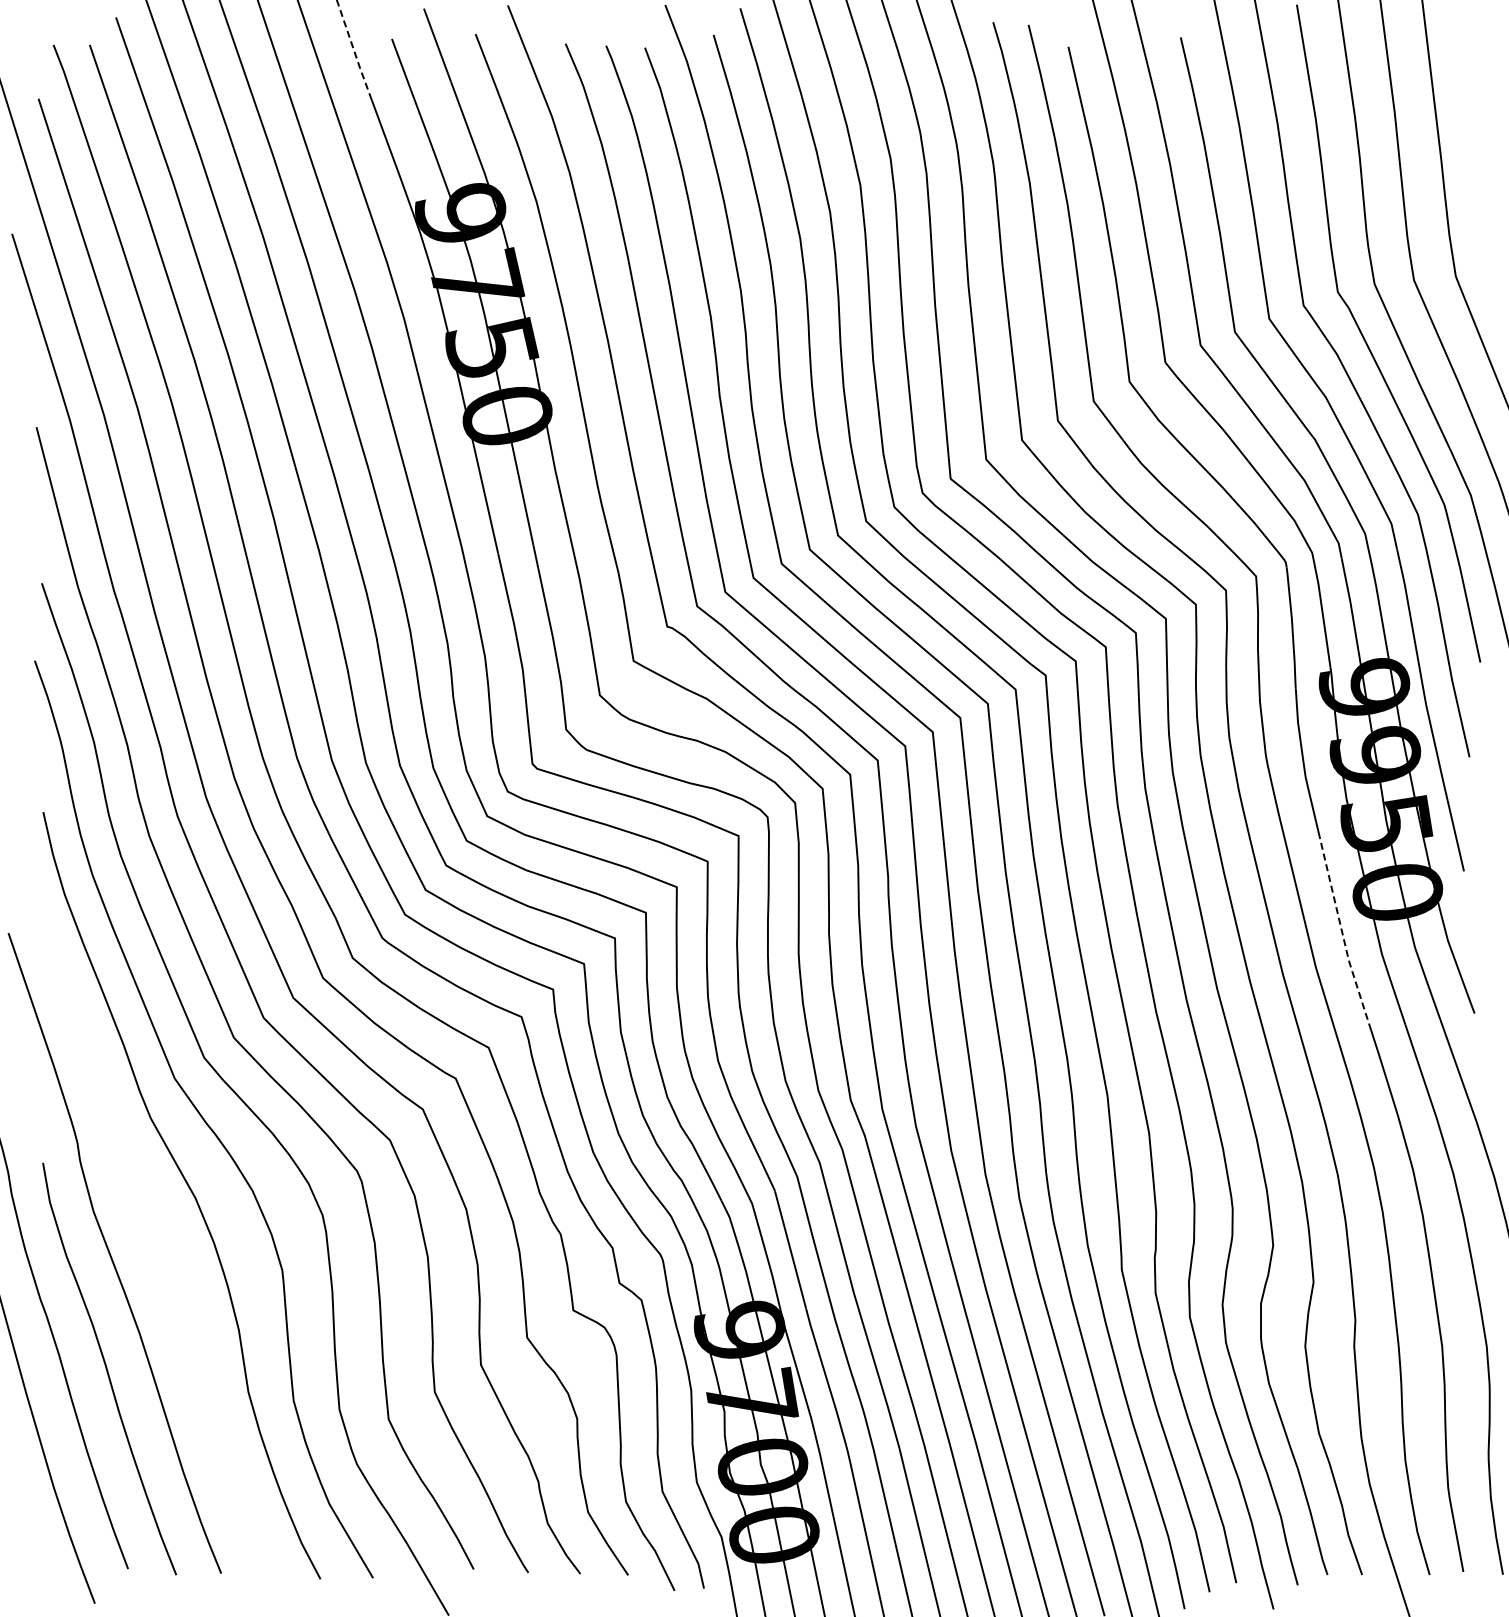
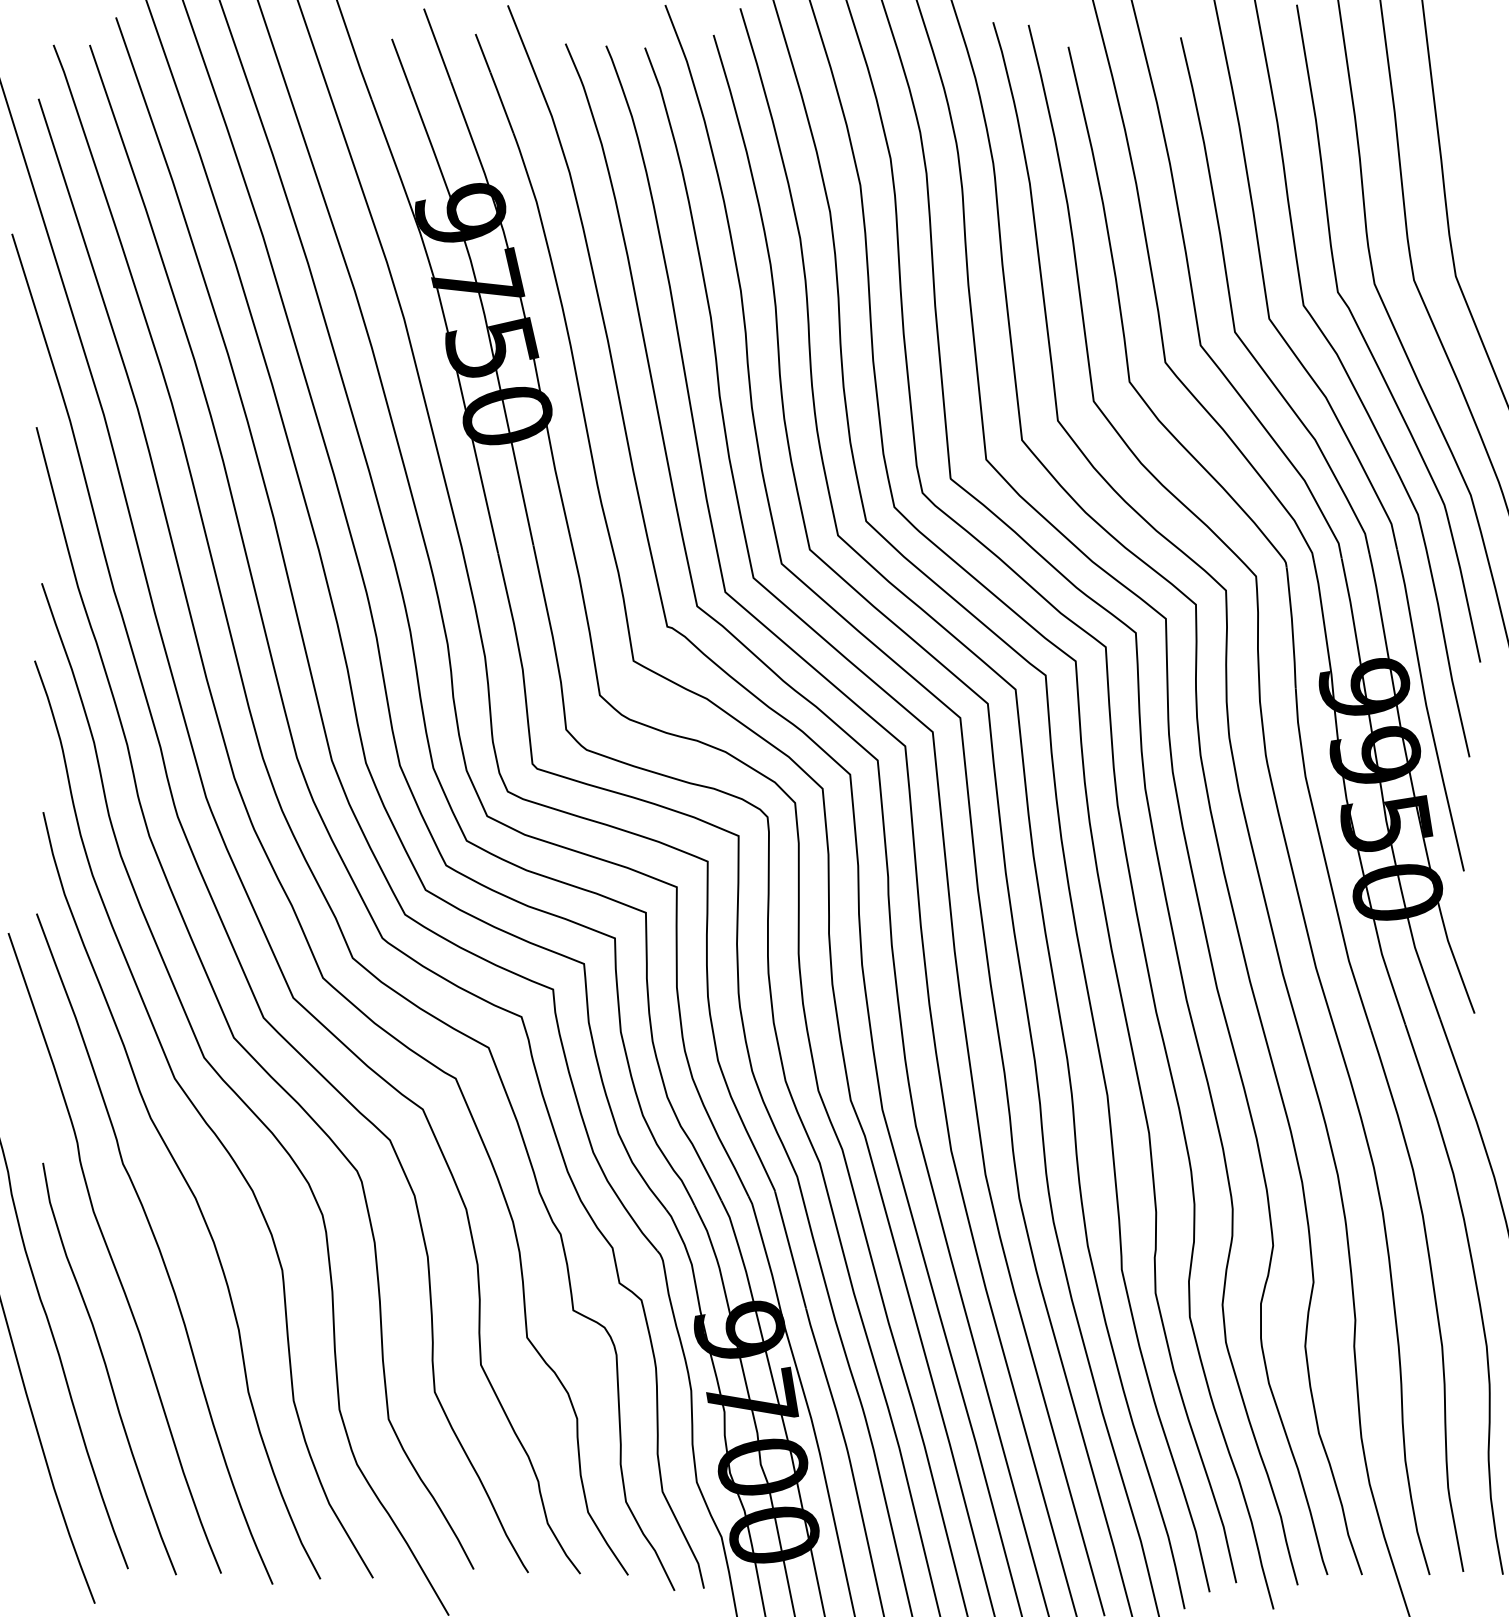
line at (354, 50): dashed -> solid
line at (1342, 934): dashed -> solid
curve at (157, 1247): none -> present
